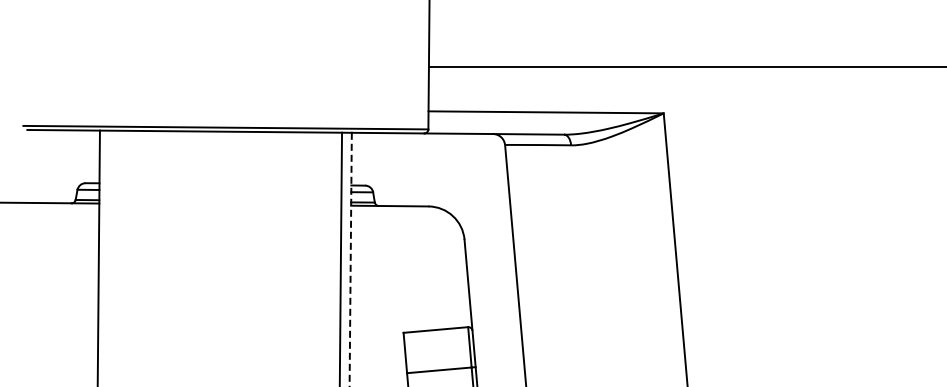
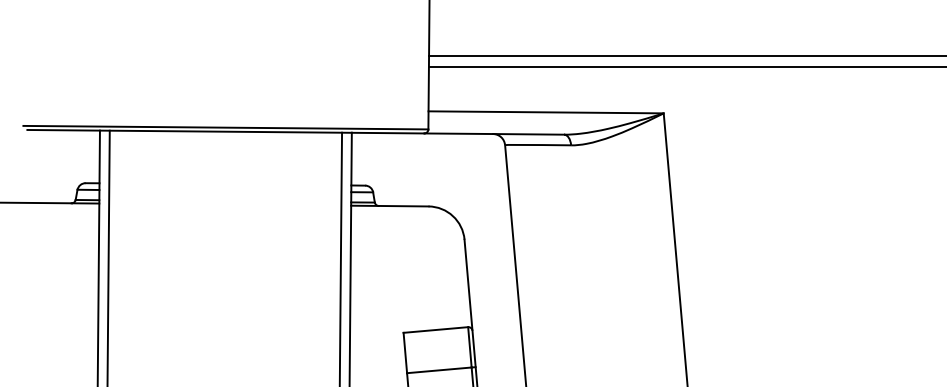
line at (686, 56): none -> present
line at (108, 256): none -> present
line at (350, 259): dashed -> solid
